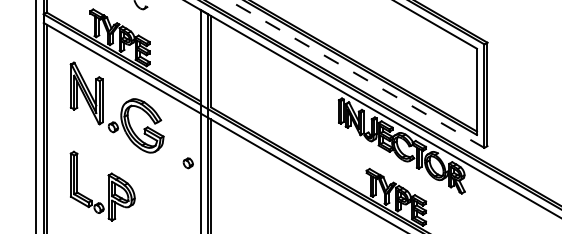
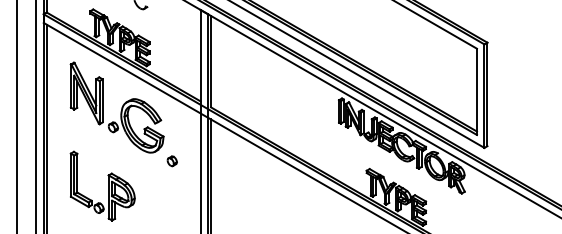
line at (356, 74): dashed -> solid
line at (16, 116): none -> present
part at (187, 163) position: (187, 163) -> (171, 161)
